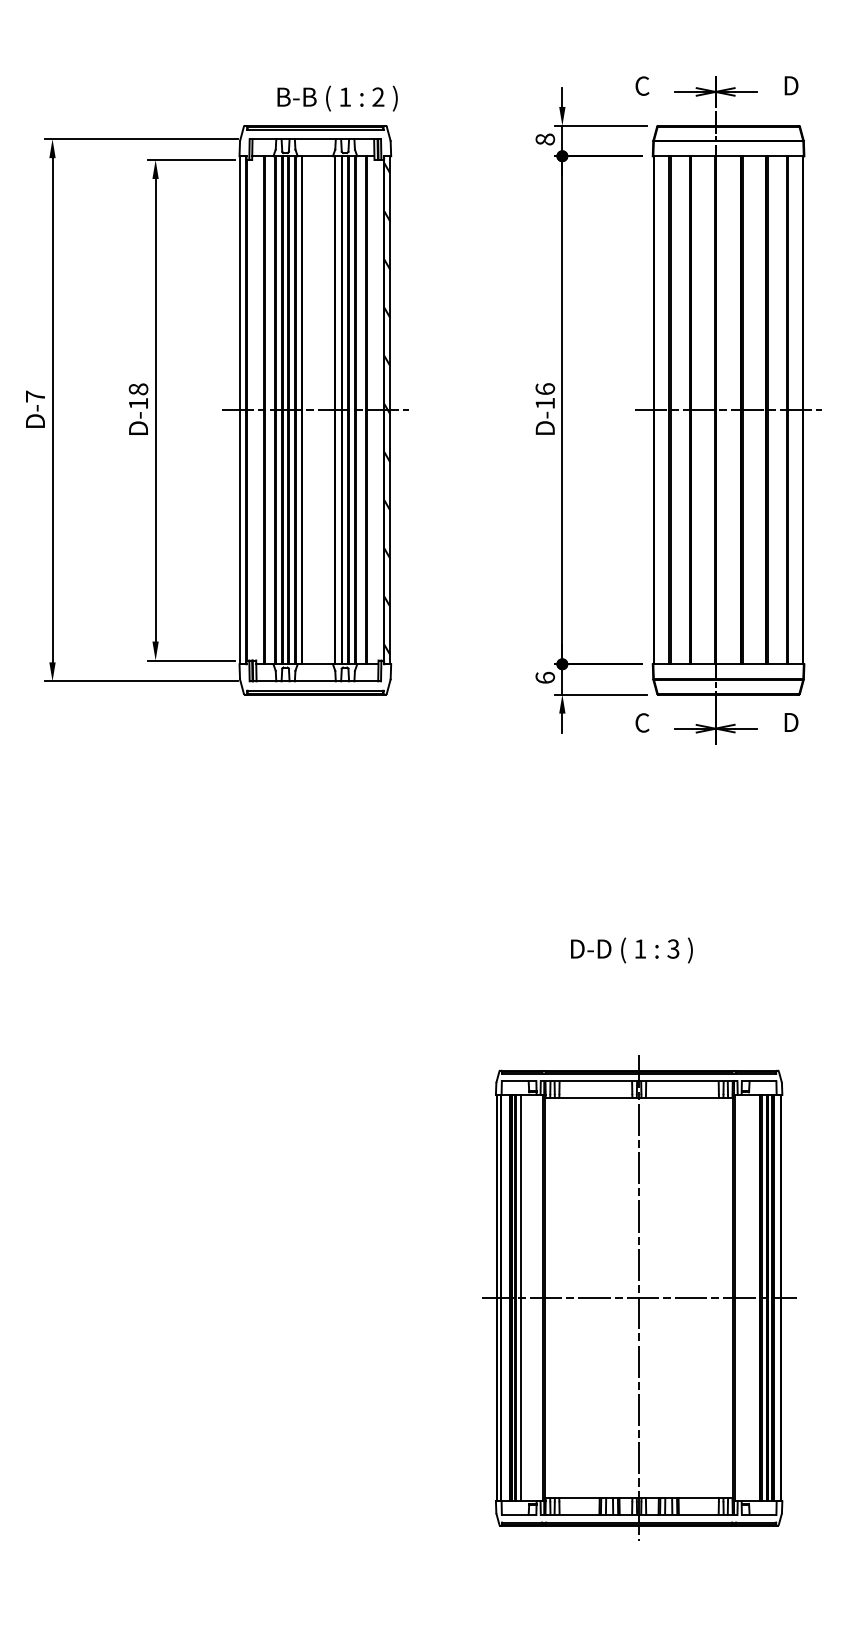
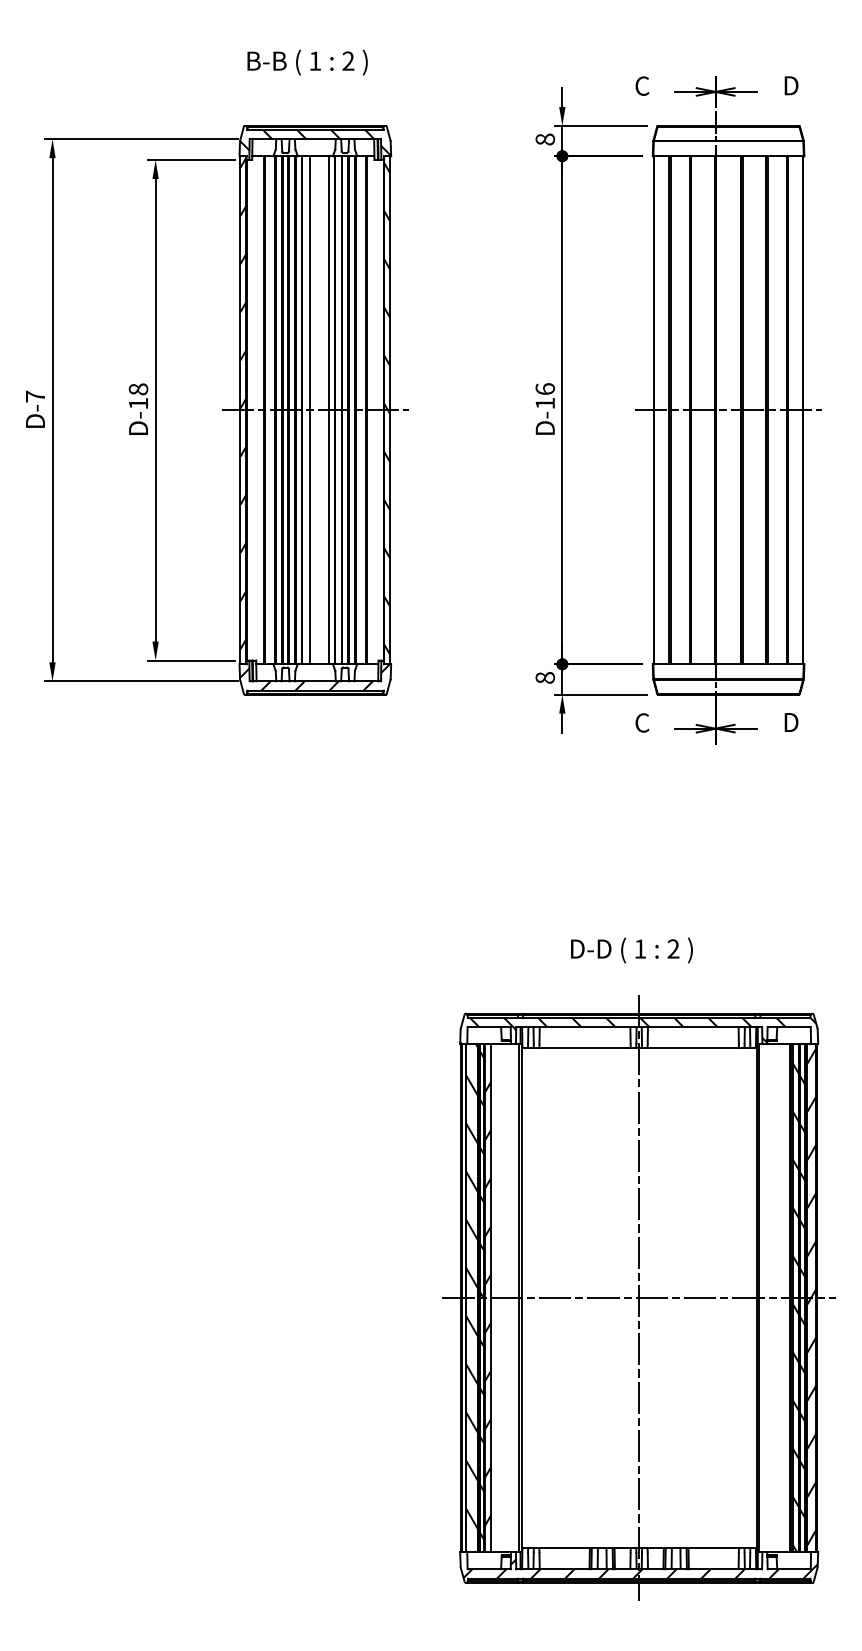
text at (337, 98) position: (337, 98) -> (307, 62)
hatch at (315, 142): none -> present
hatch at (243, 403): none -> present
line at (309, 410): none -> present
line at (329, 410): none -> present
hatch at (314, 677): none -> present
text at (544, 677): 6 -> 8
text at (673, 948): 3 -> 2
part at (639, 1297) size: 315x486 px -> 394x606 px
